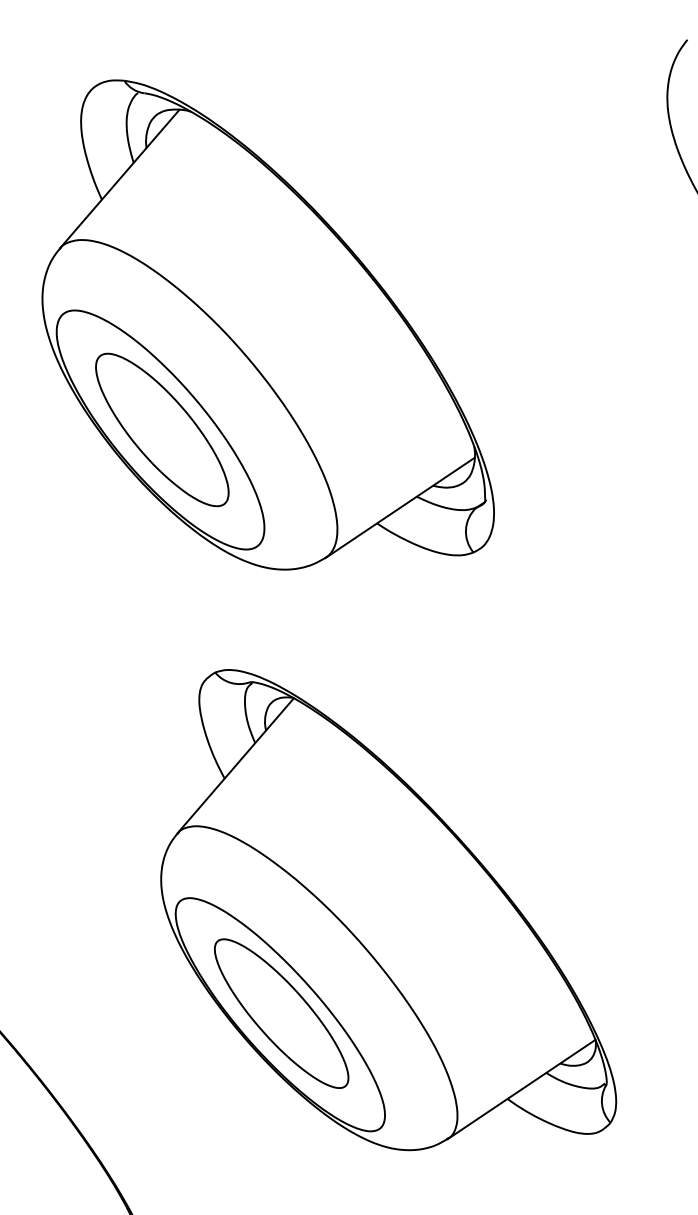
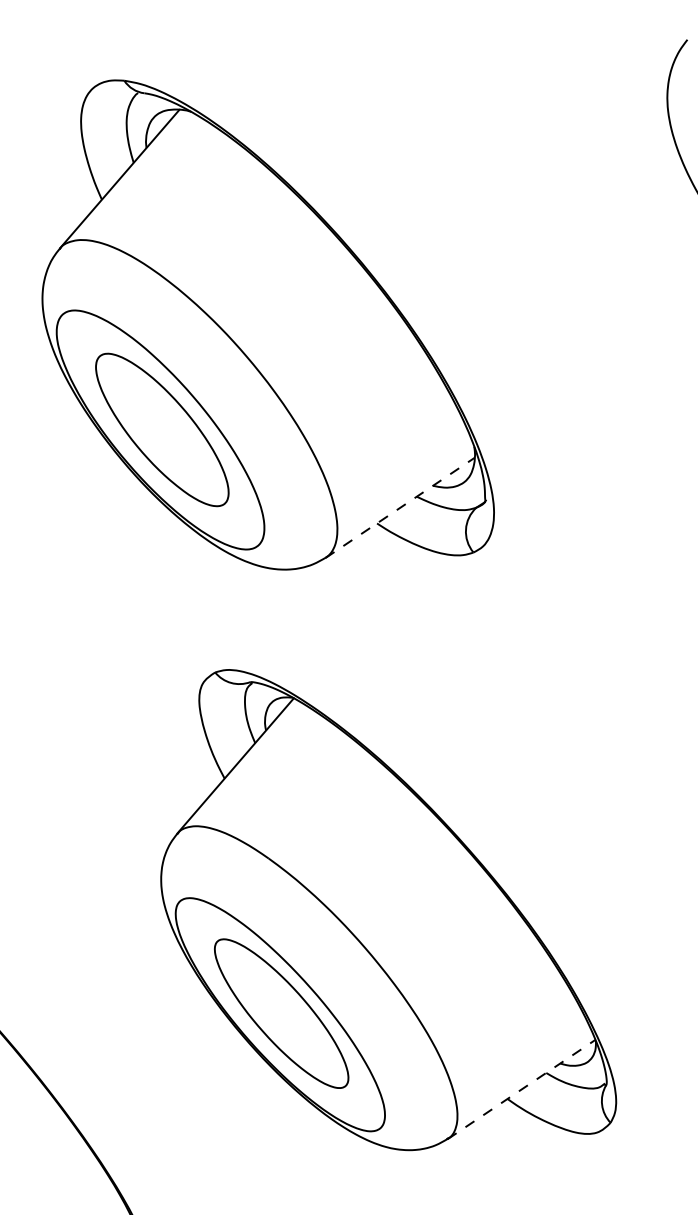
line at (399, 508): solid -> dashed
line at (522, 1089): solid -> dashed
